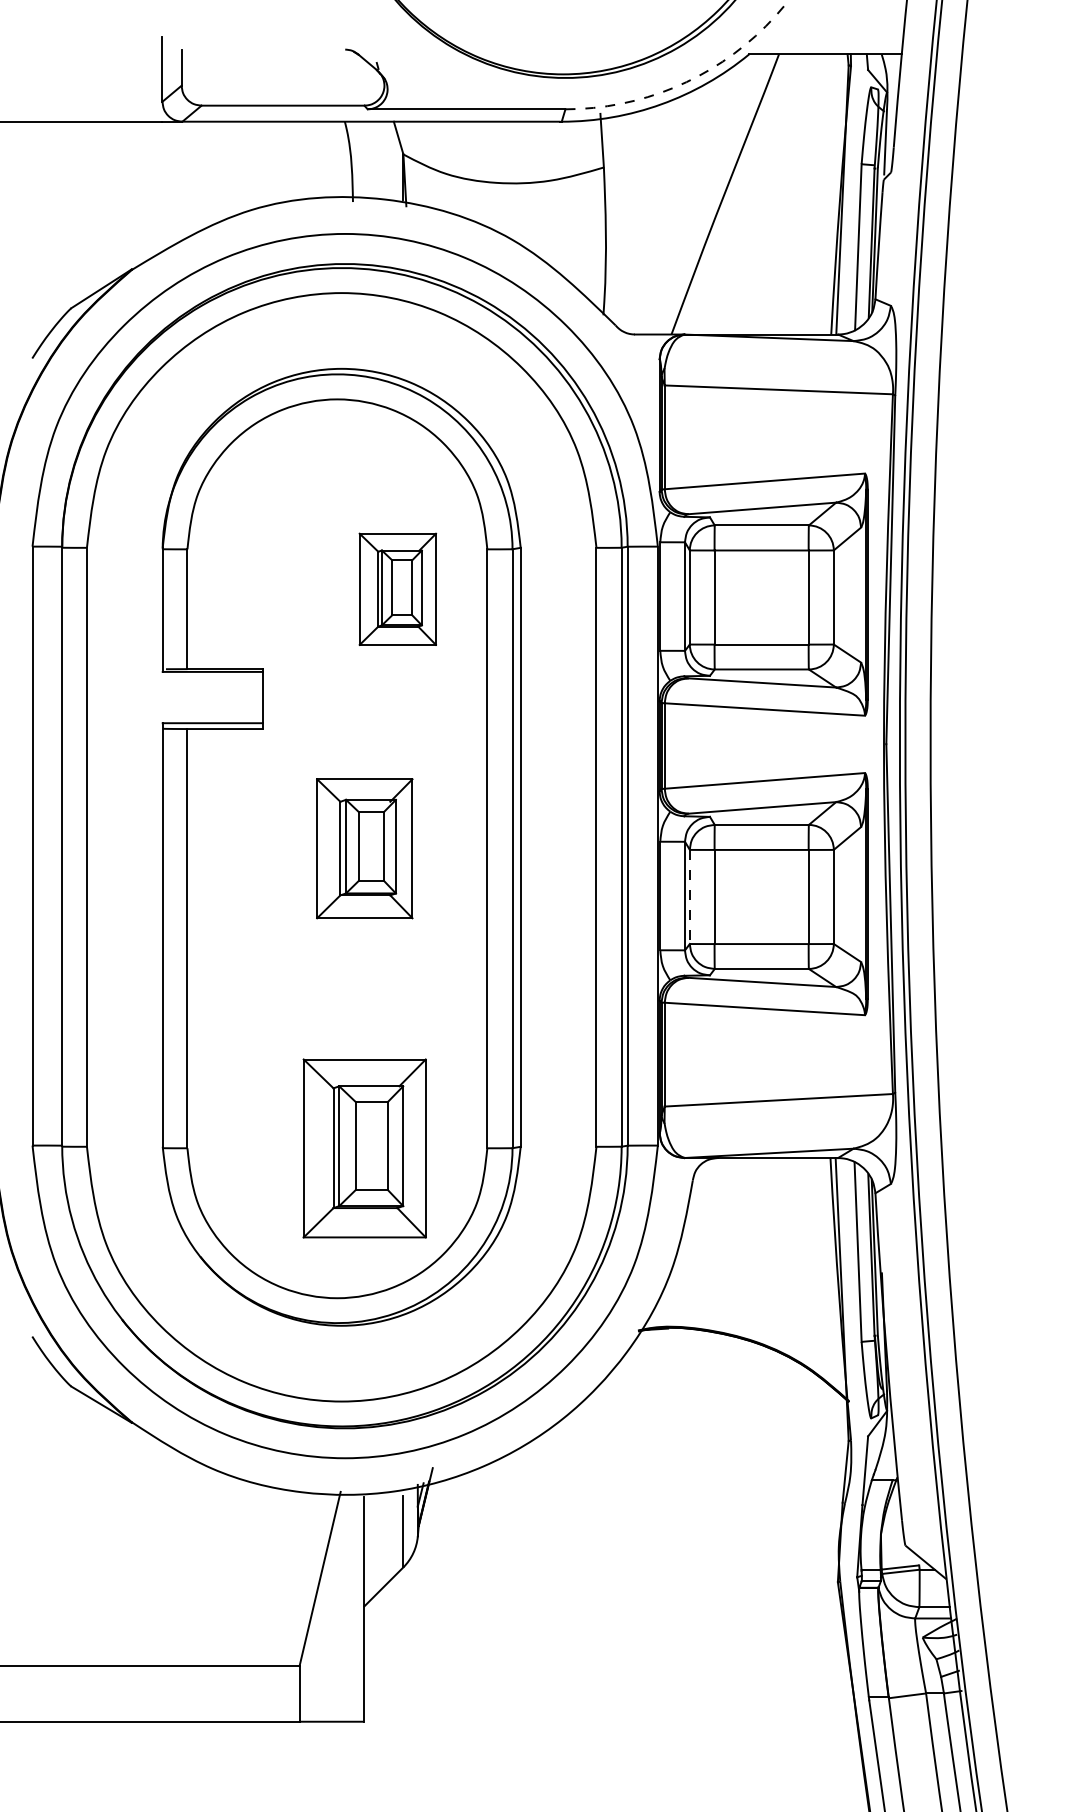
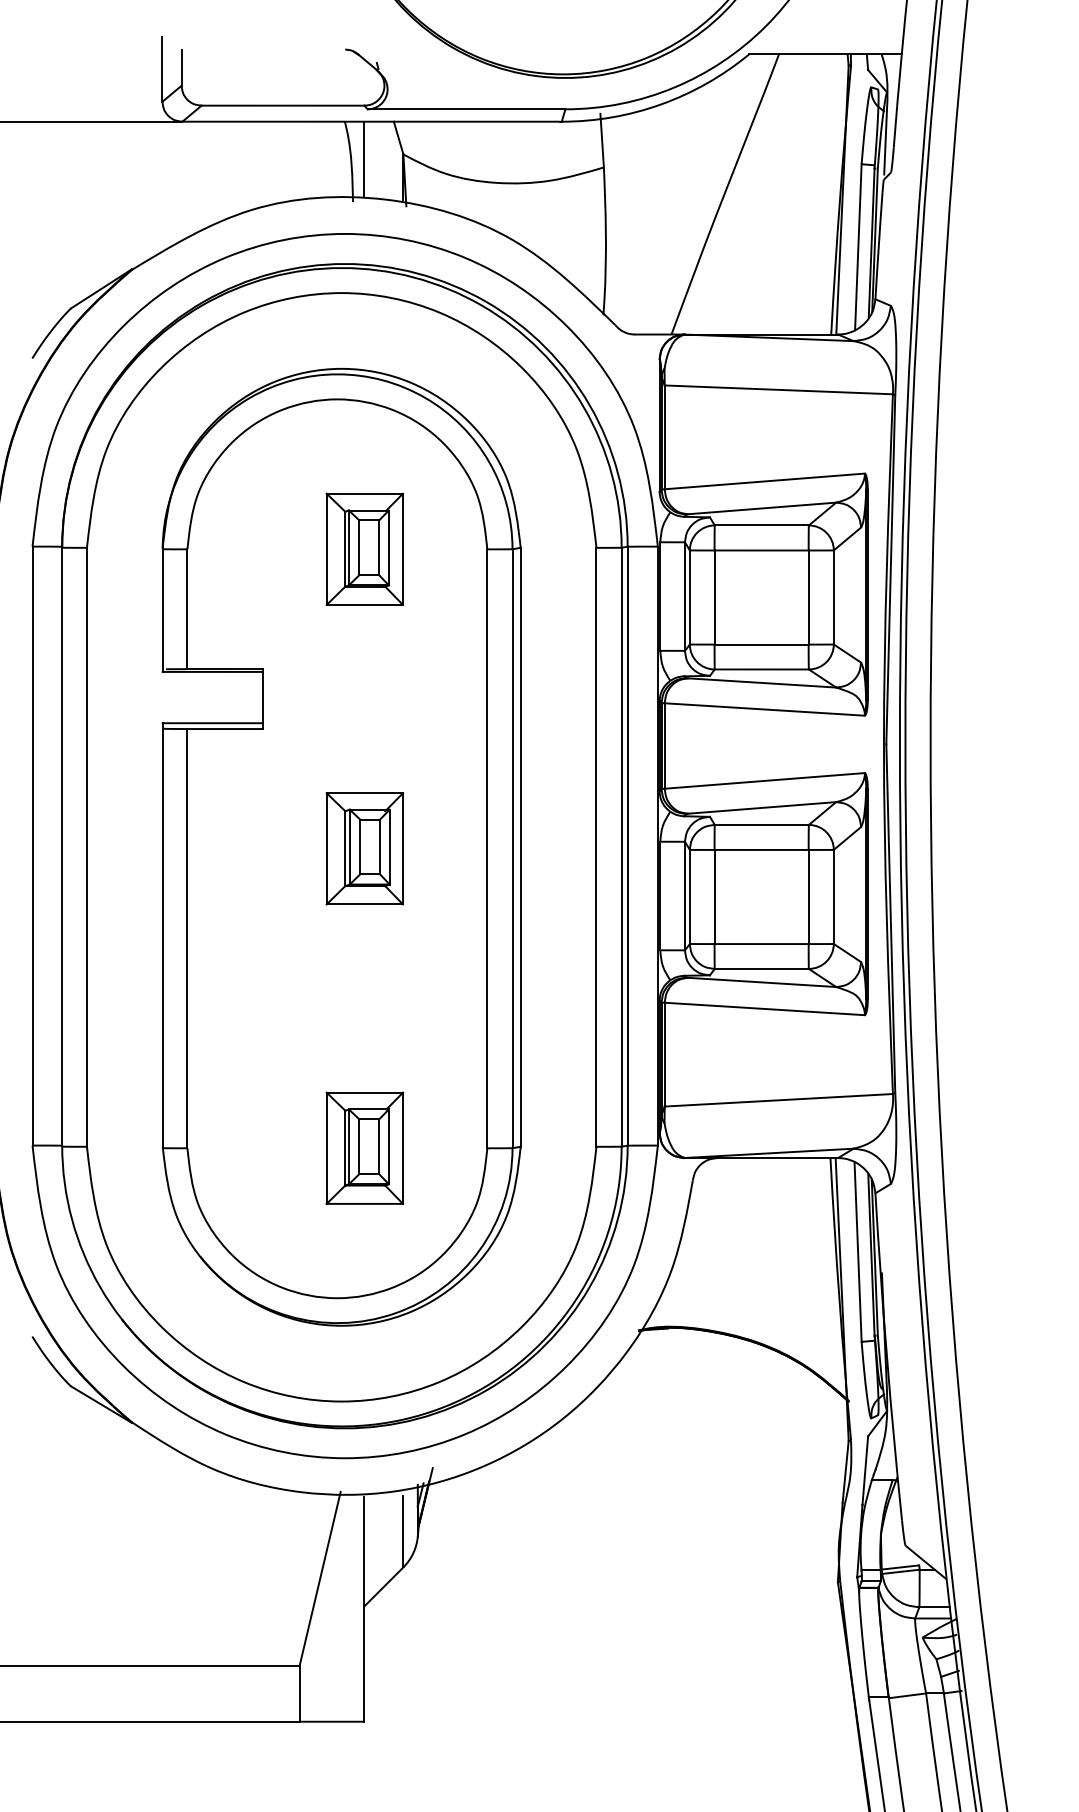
arc at (690, 80): dashed -> solid
line at (364, 158): none -> present
part at (397, 588) position: (397, 588) -> (364, 548)
part at (364, 848) size: 98x142 px -> 80x114 px
line at (689, 897): dashed -> solid
part at (364, 1148) size: 125x181 px -> 80x114 px
